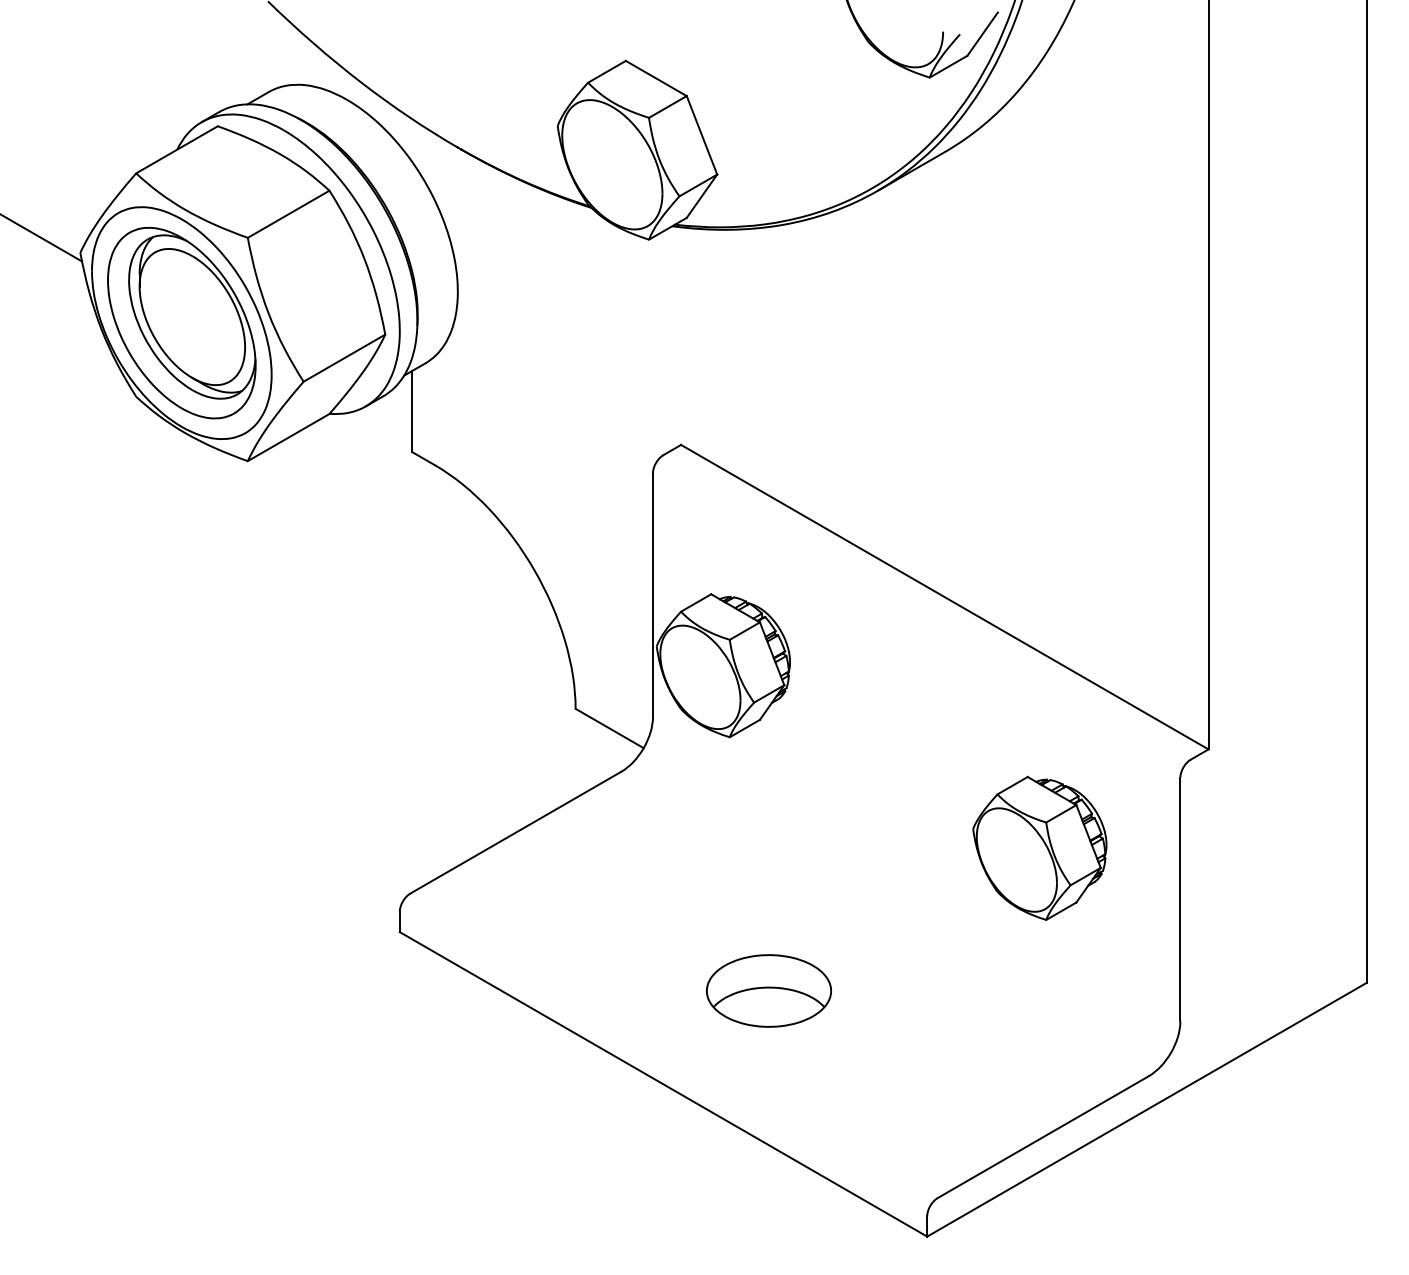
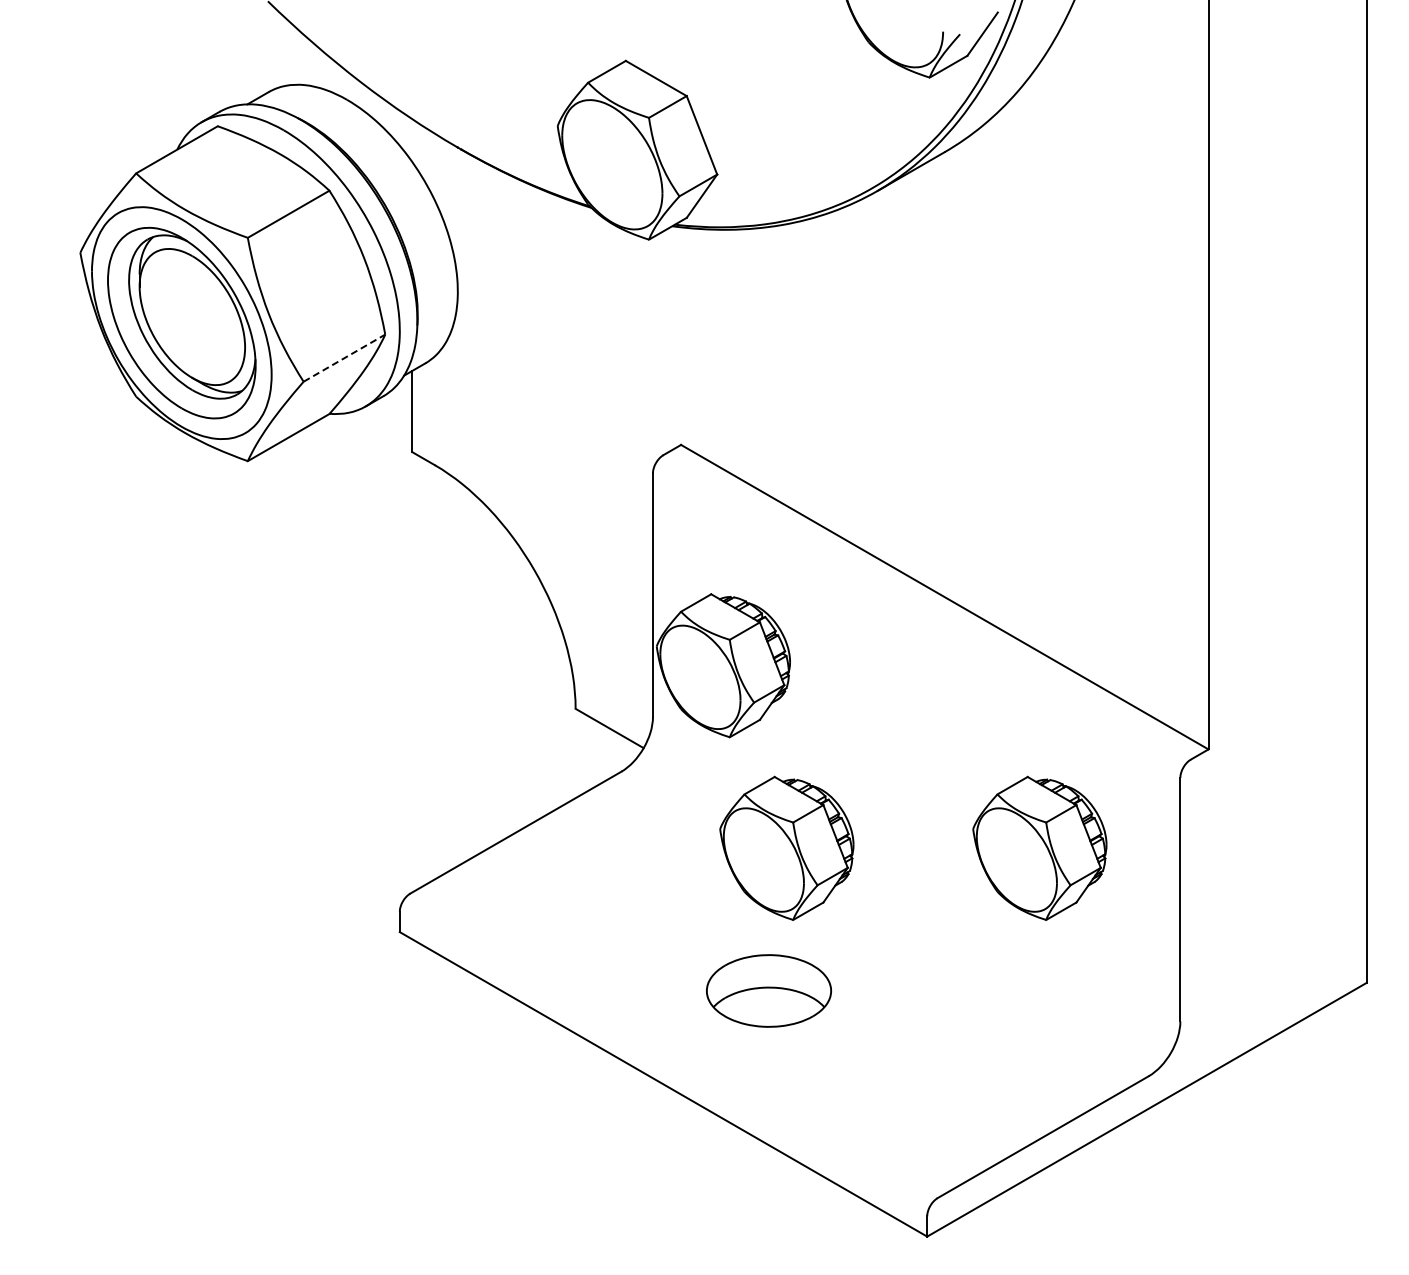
line at (42, 238): present -> none
line at (344, 357): solid -> dashed
part at (786, 847): none -> present
